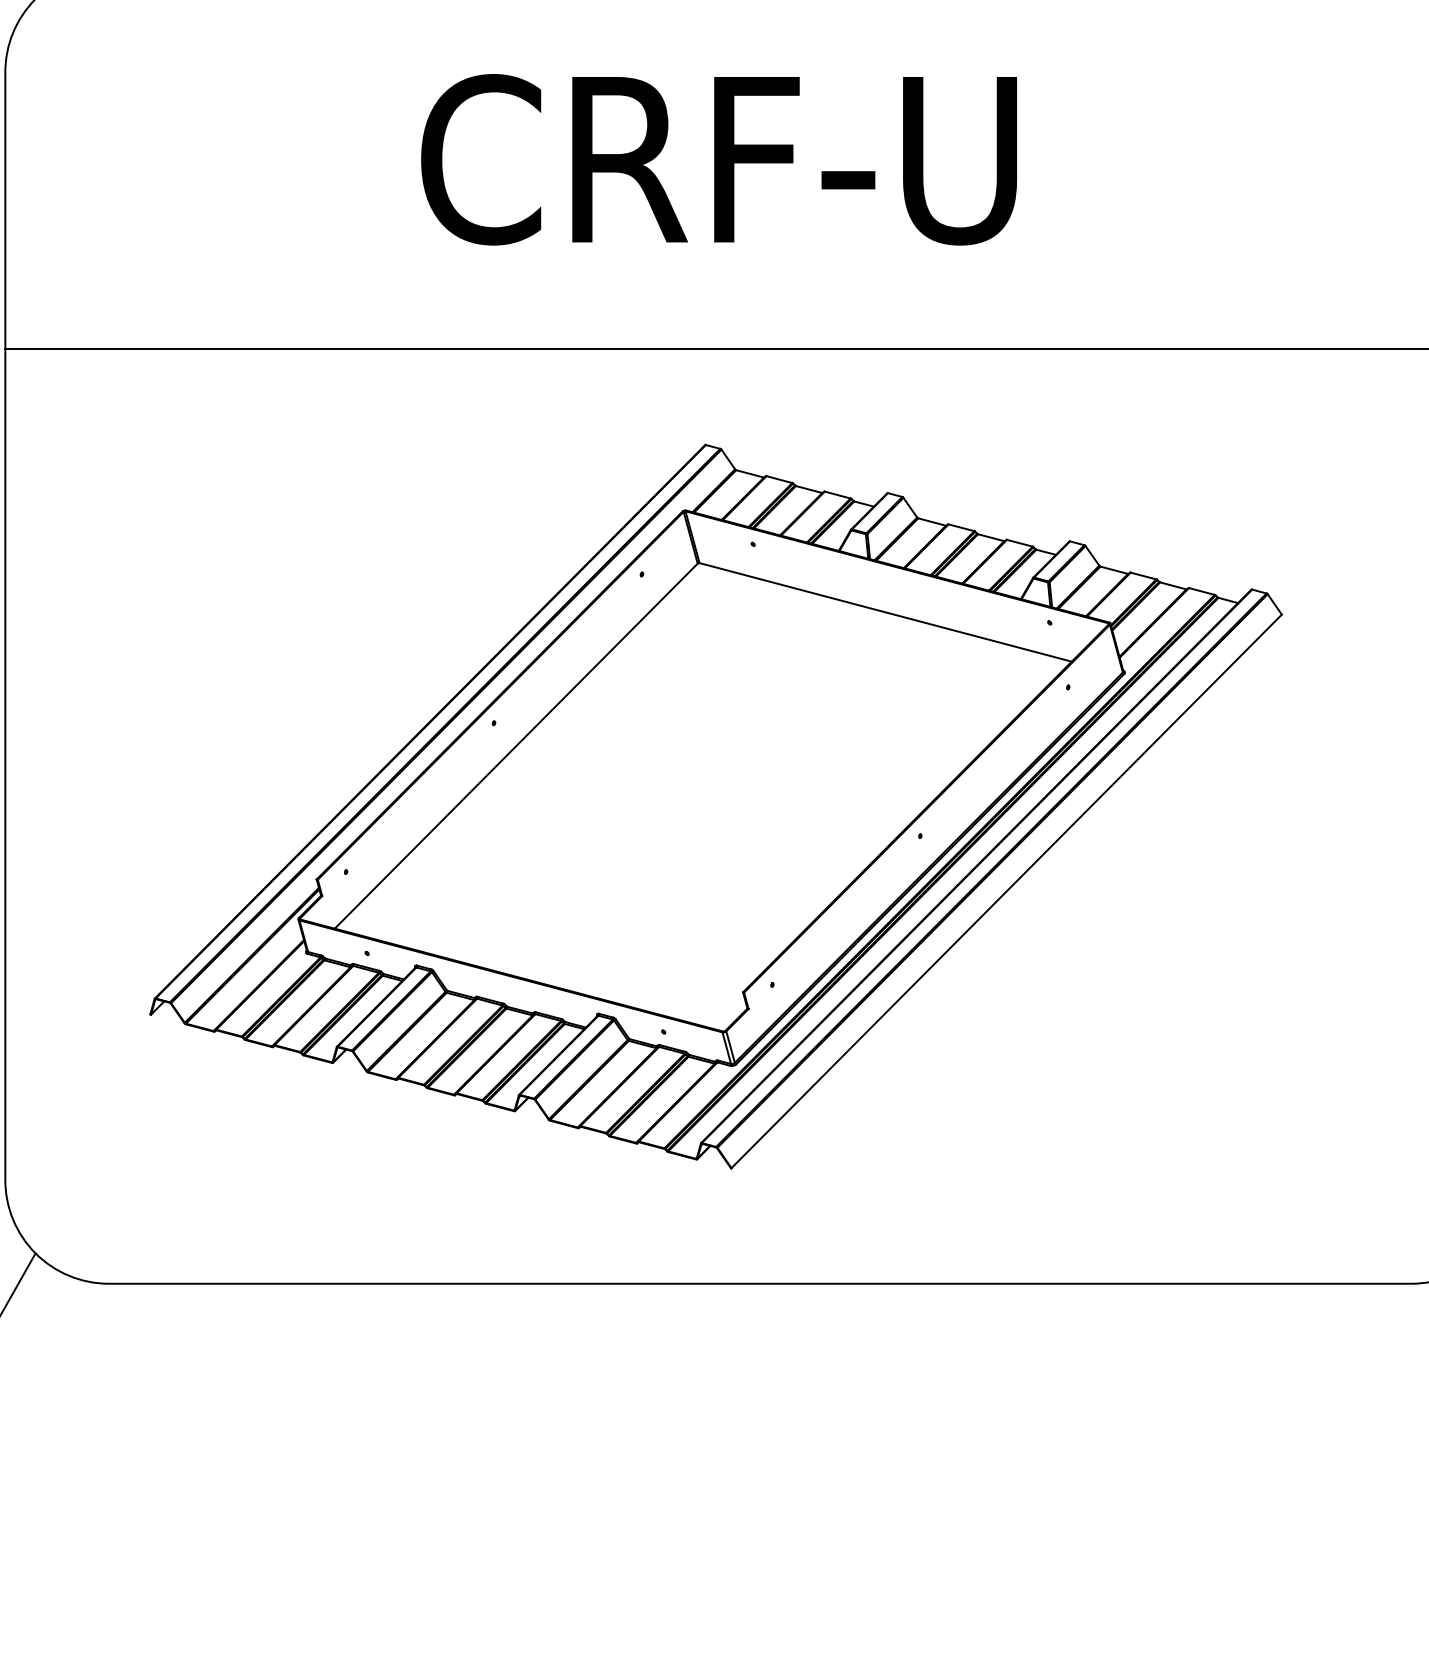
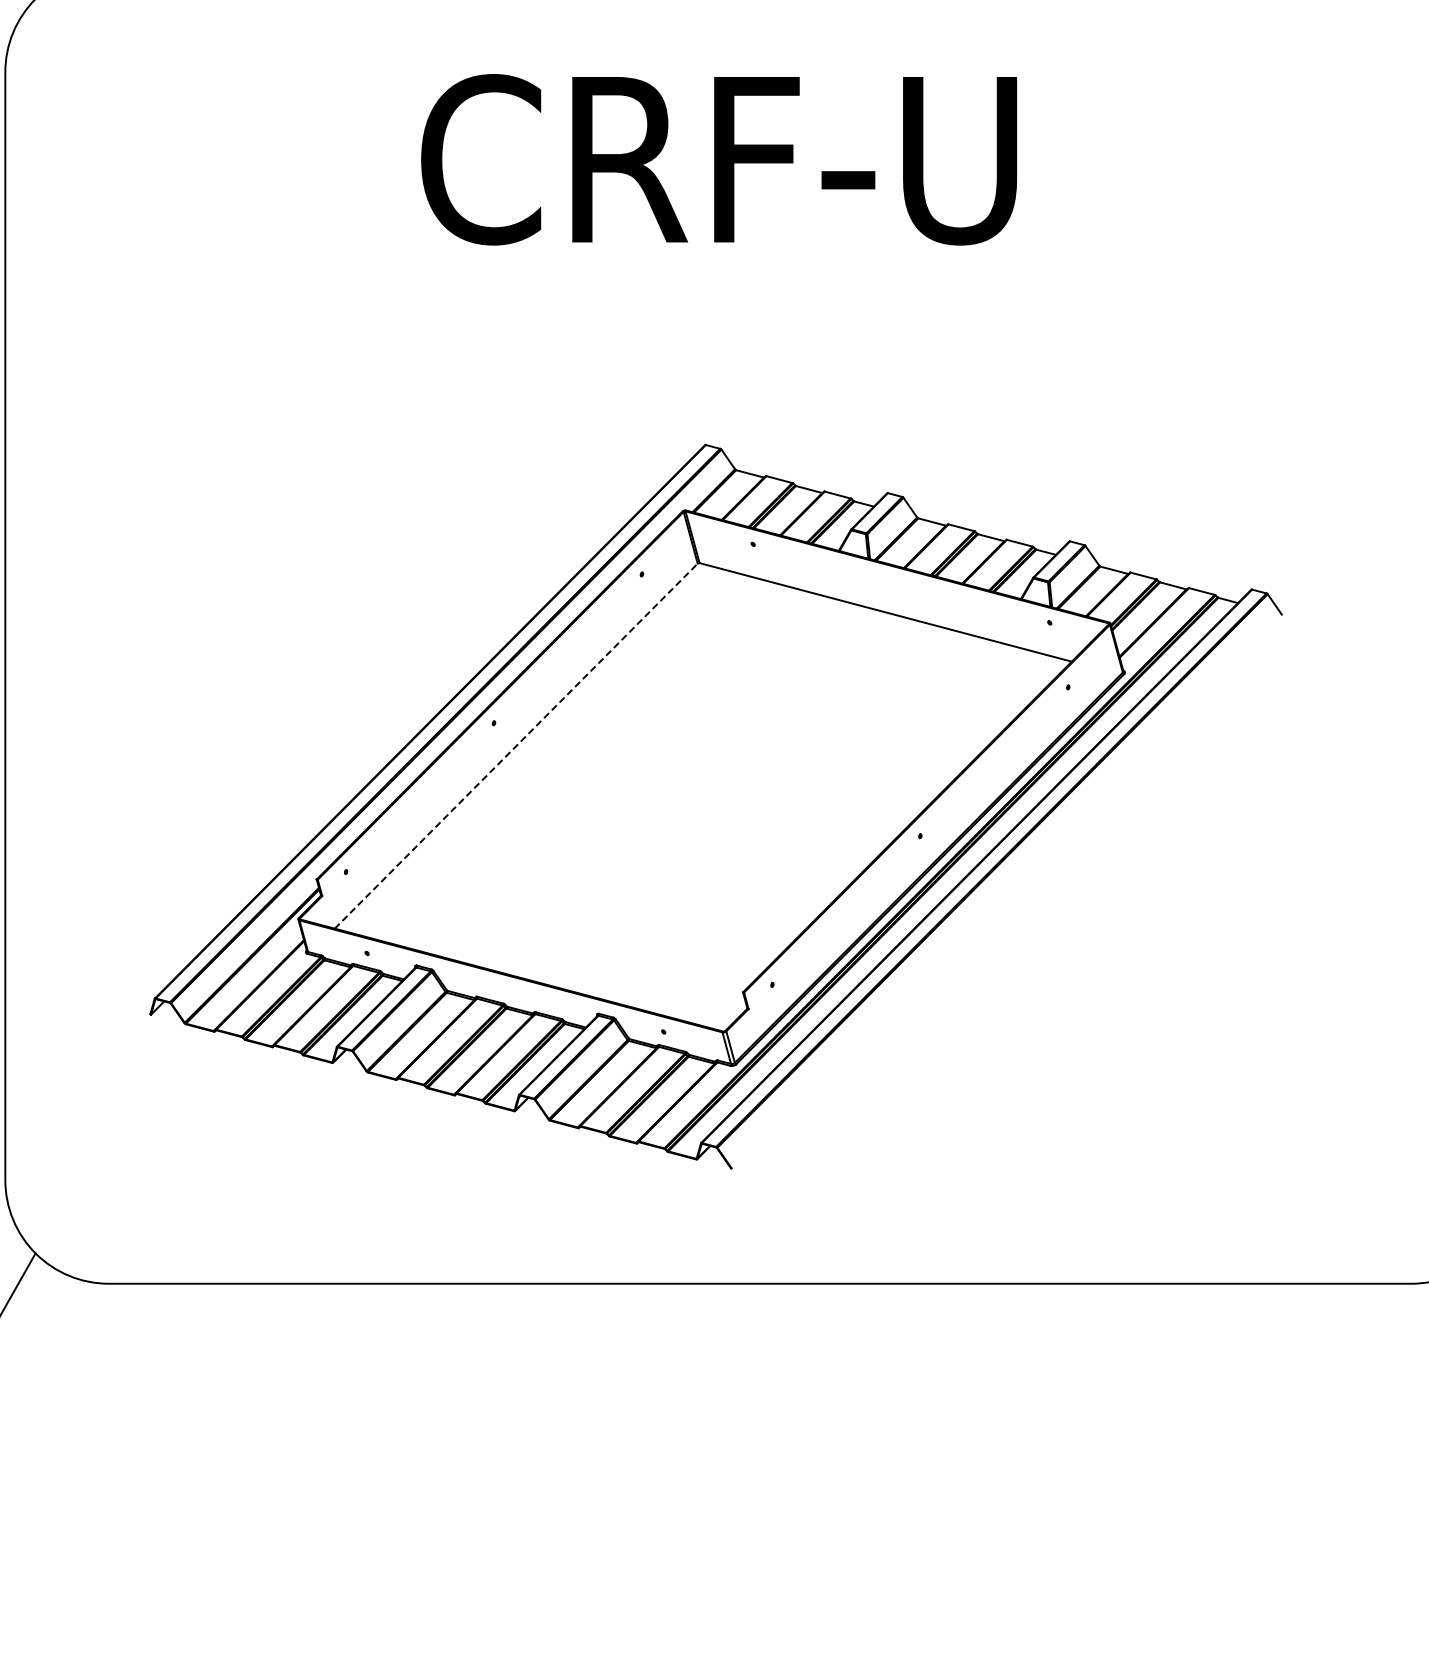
line at (715, 348): present -> none
line at (516, 745): solid -> dashed
line at (1006, 891): present -> none
